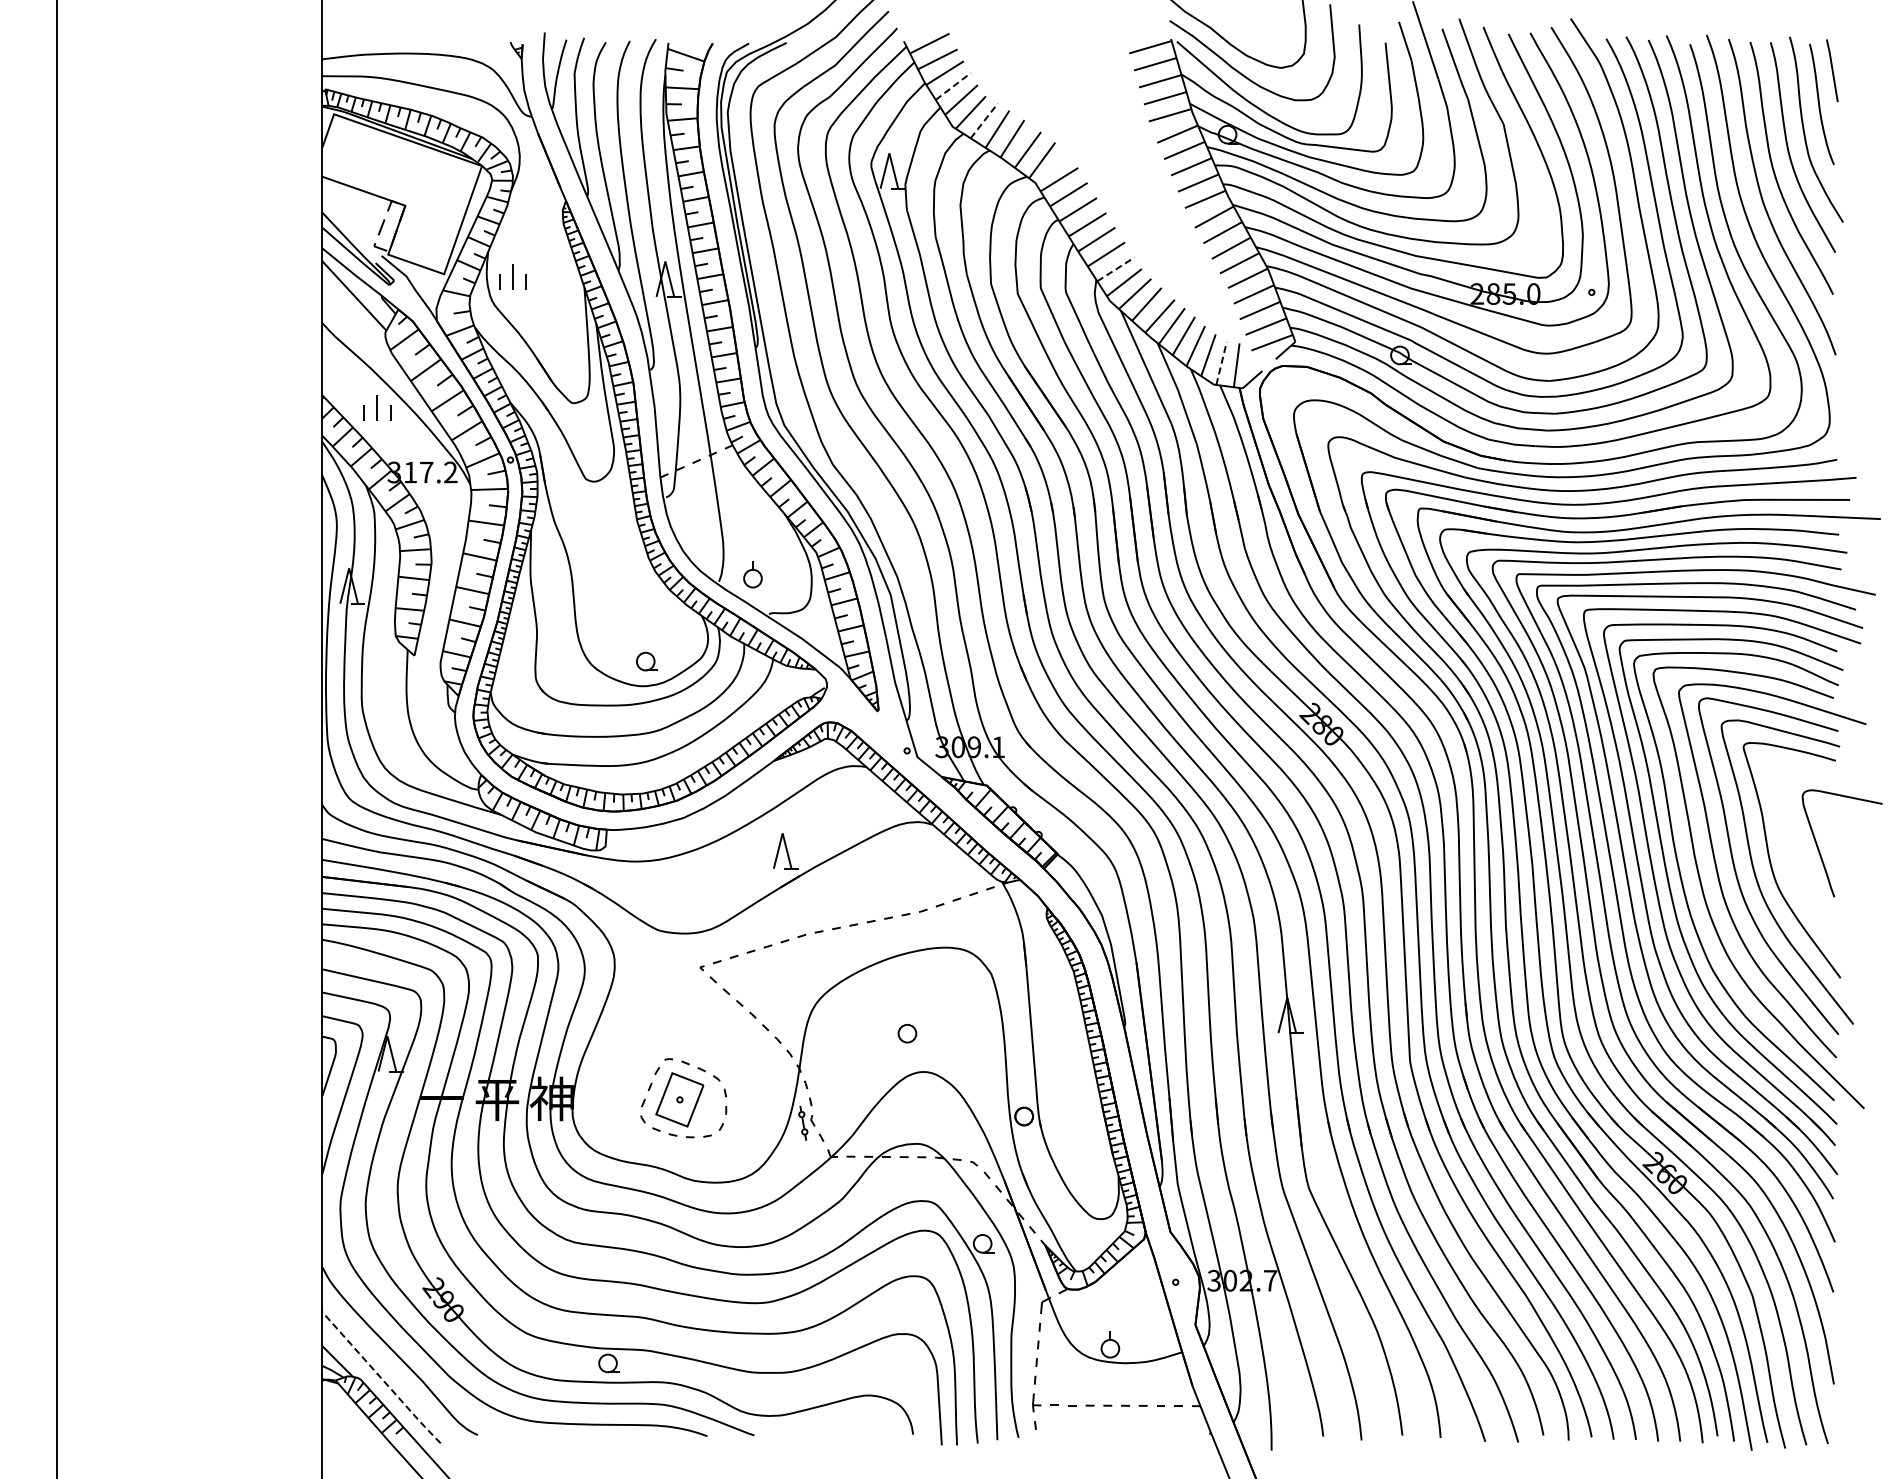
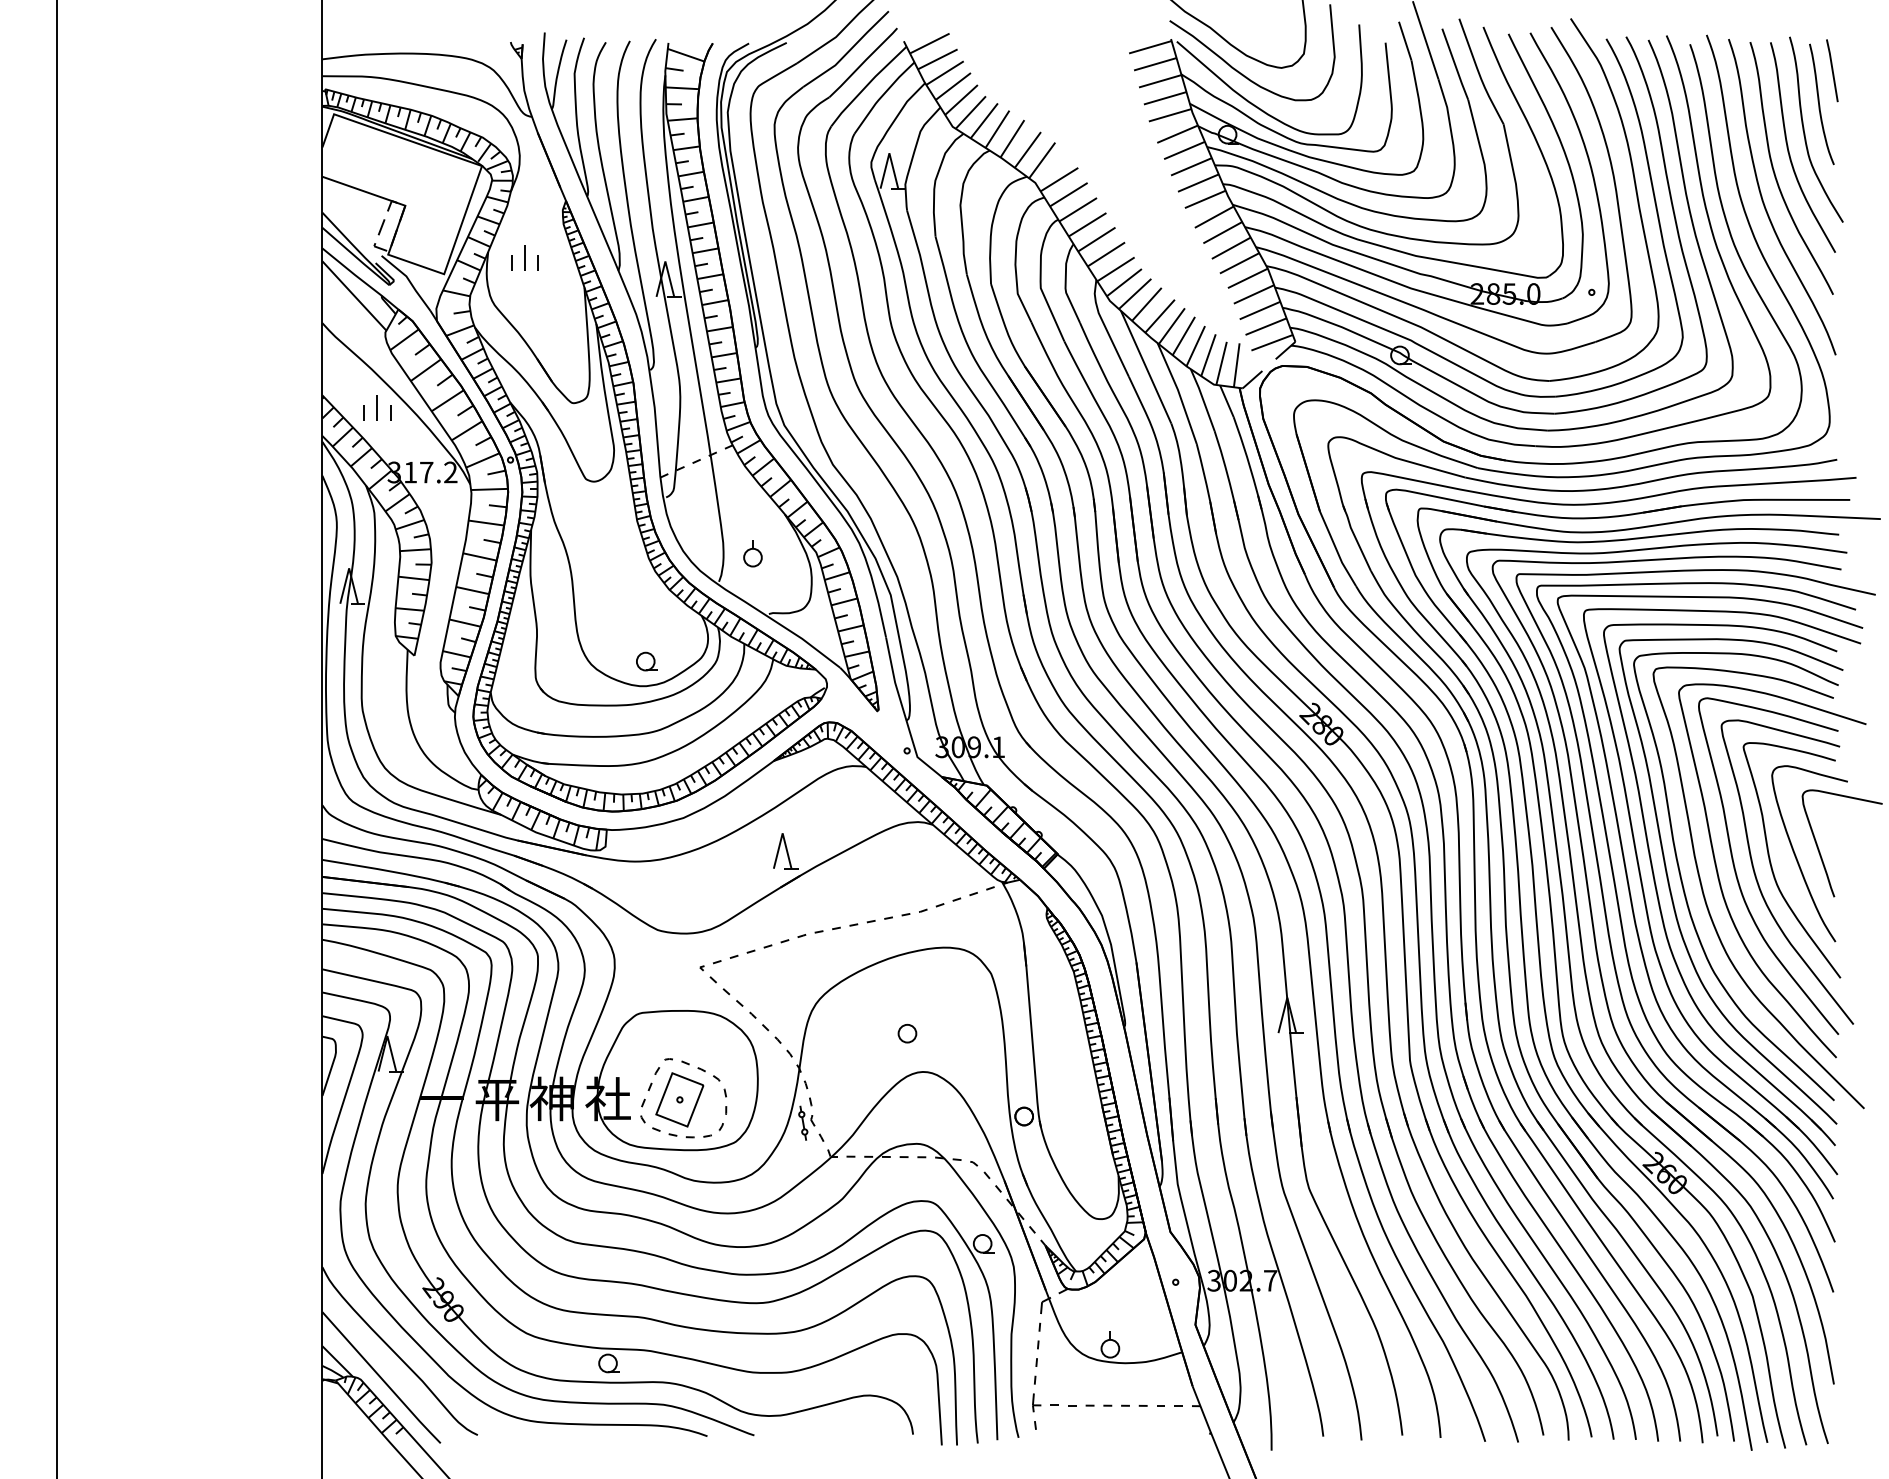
line at (953, 86): dashed -> solid
line at (984, 120): dashed -> solid
line at (1116, 269): dashed -> solid
part at (512, 276) position: (512, 276) -> (524, 257)
line at (1221, 362): dashed -> solid
part at (752, 574) position: (752, 574) -> (752, 553)
curve at (1797, 858): none -> present
part at (671, 1080): none -> present
line at (381, 1378): dashed -> solid
